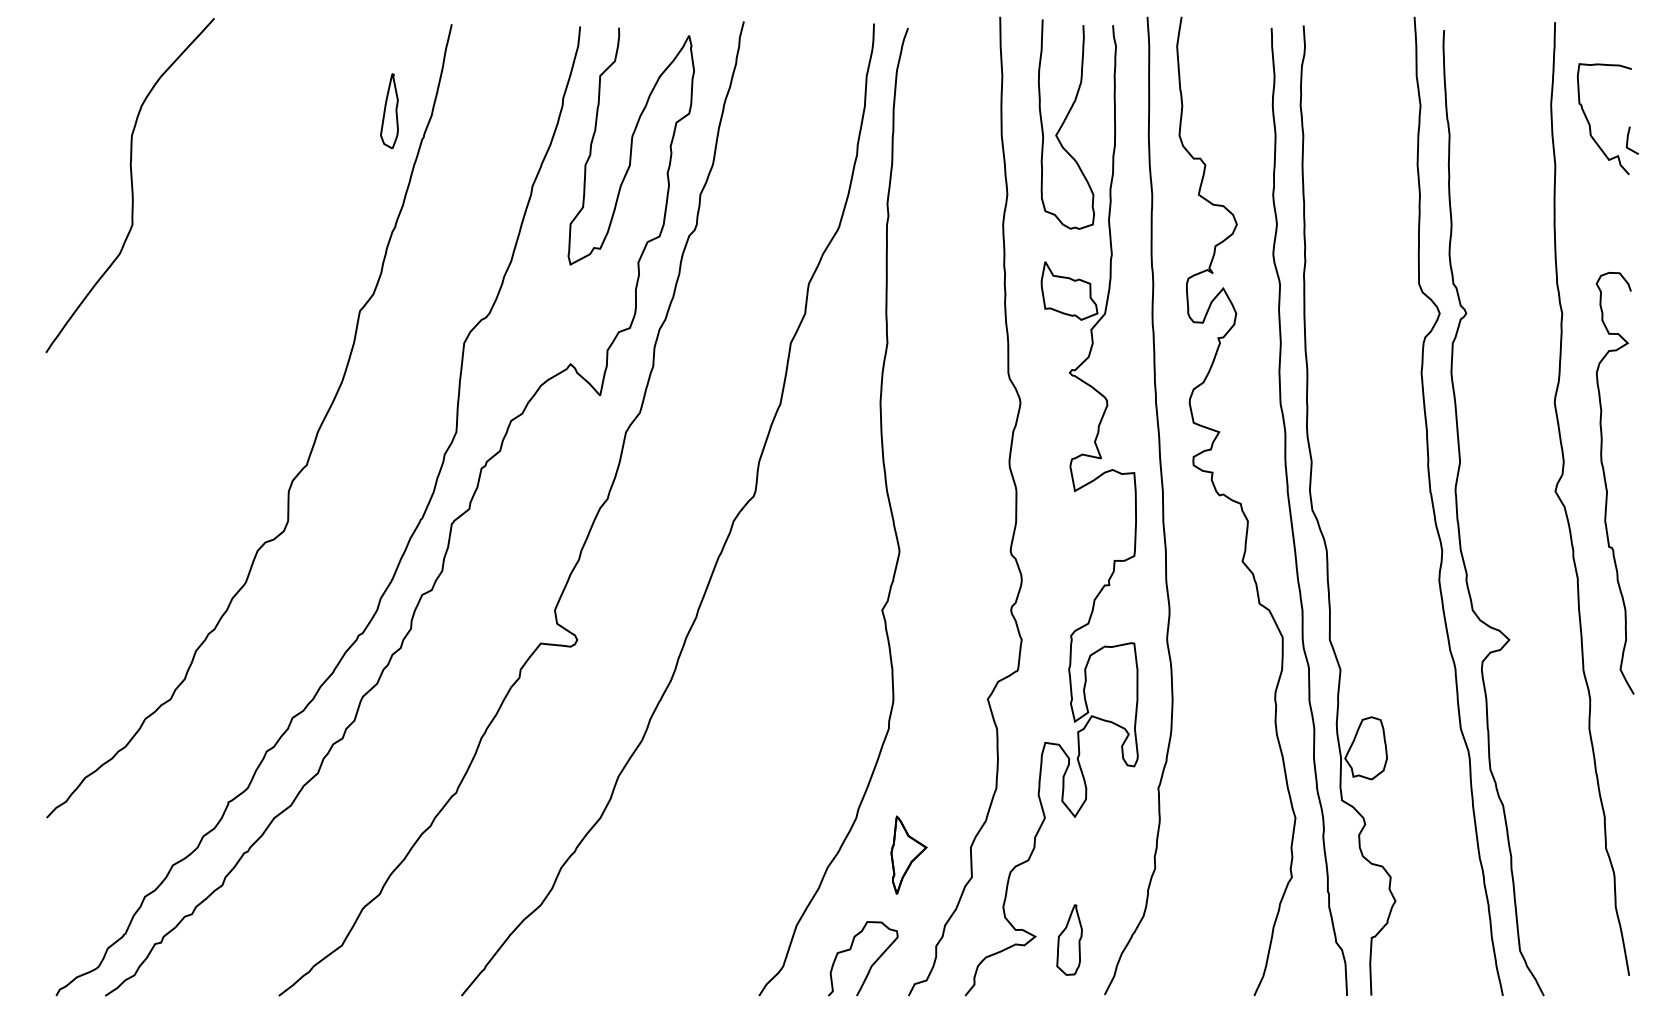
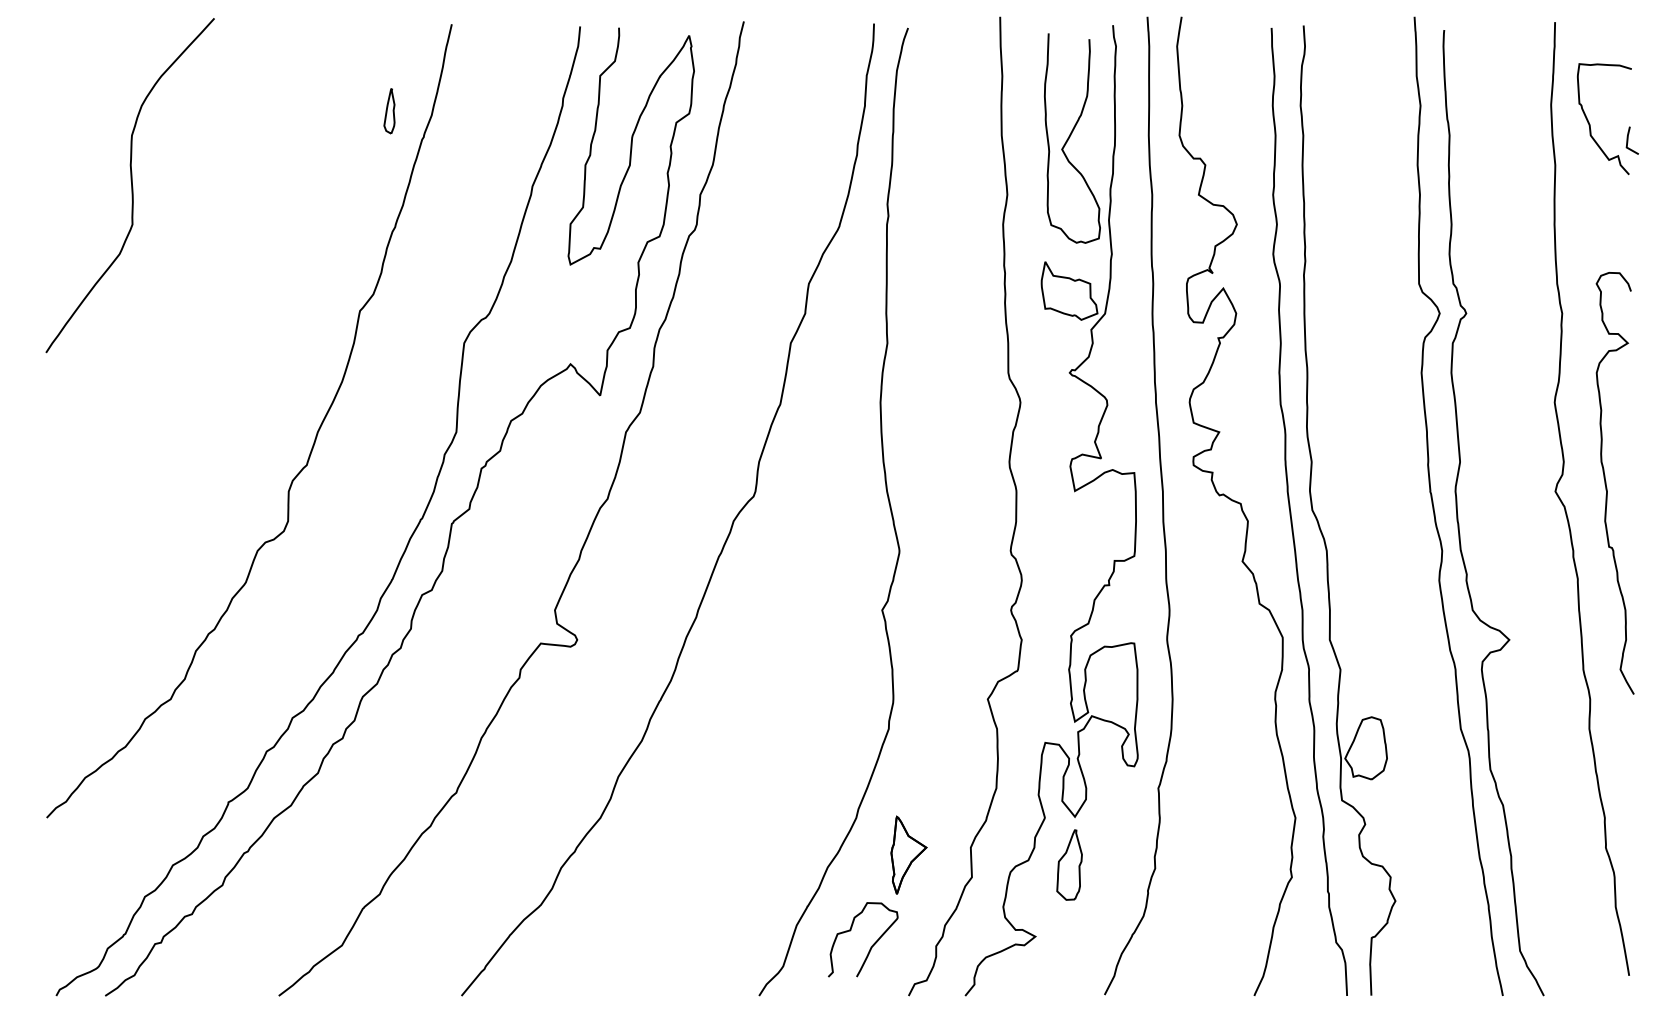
part at (389, 111) size: 19x77 px -> 13x47 px
curve at (1064, 123) position: (1064, 123) -> (1070, 137)
part at (1069, 939) position: (1069, 939) -> (1069, 864)
curve at (871, 964) position: (871, 964) -> (871, 945)
